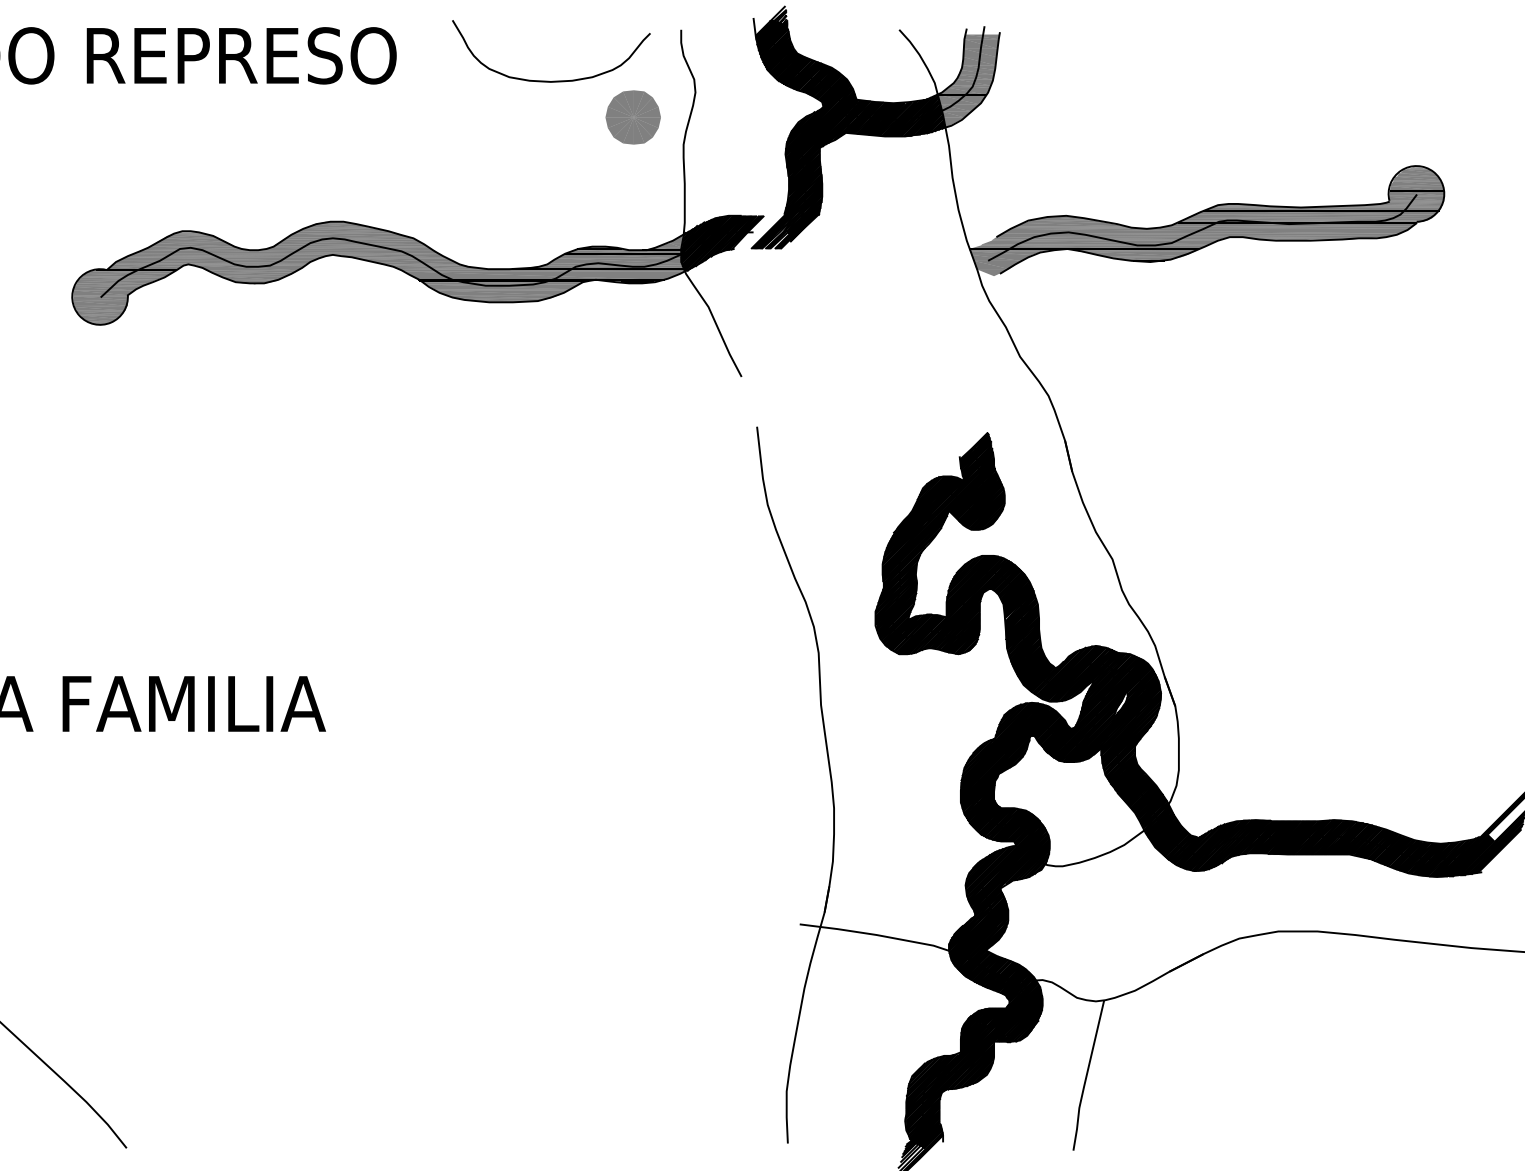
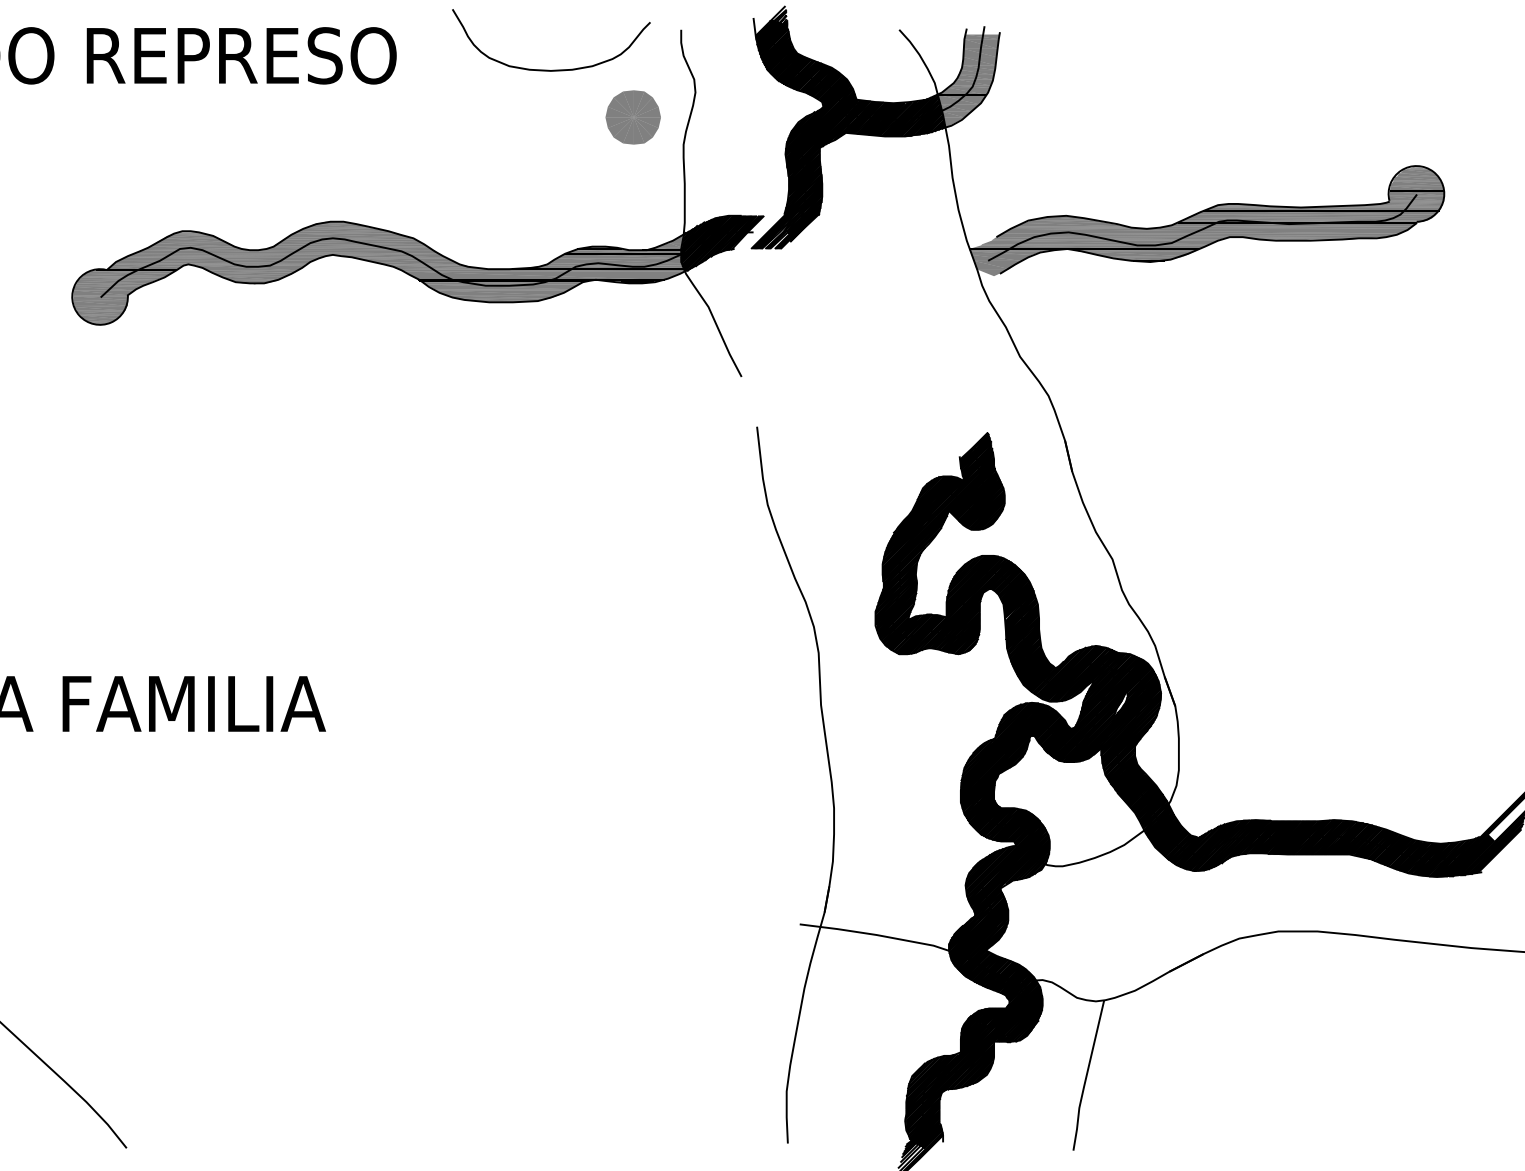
curve at (552, 80) position: (552, 80) -> (552, 69)
